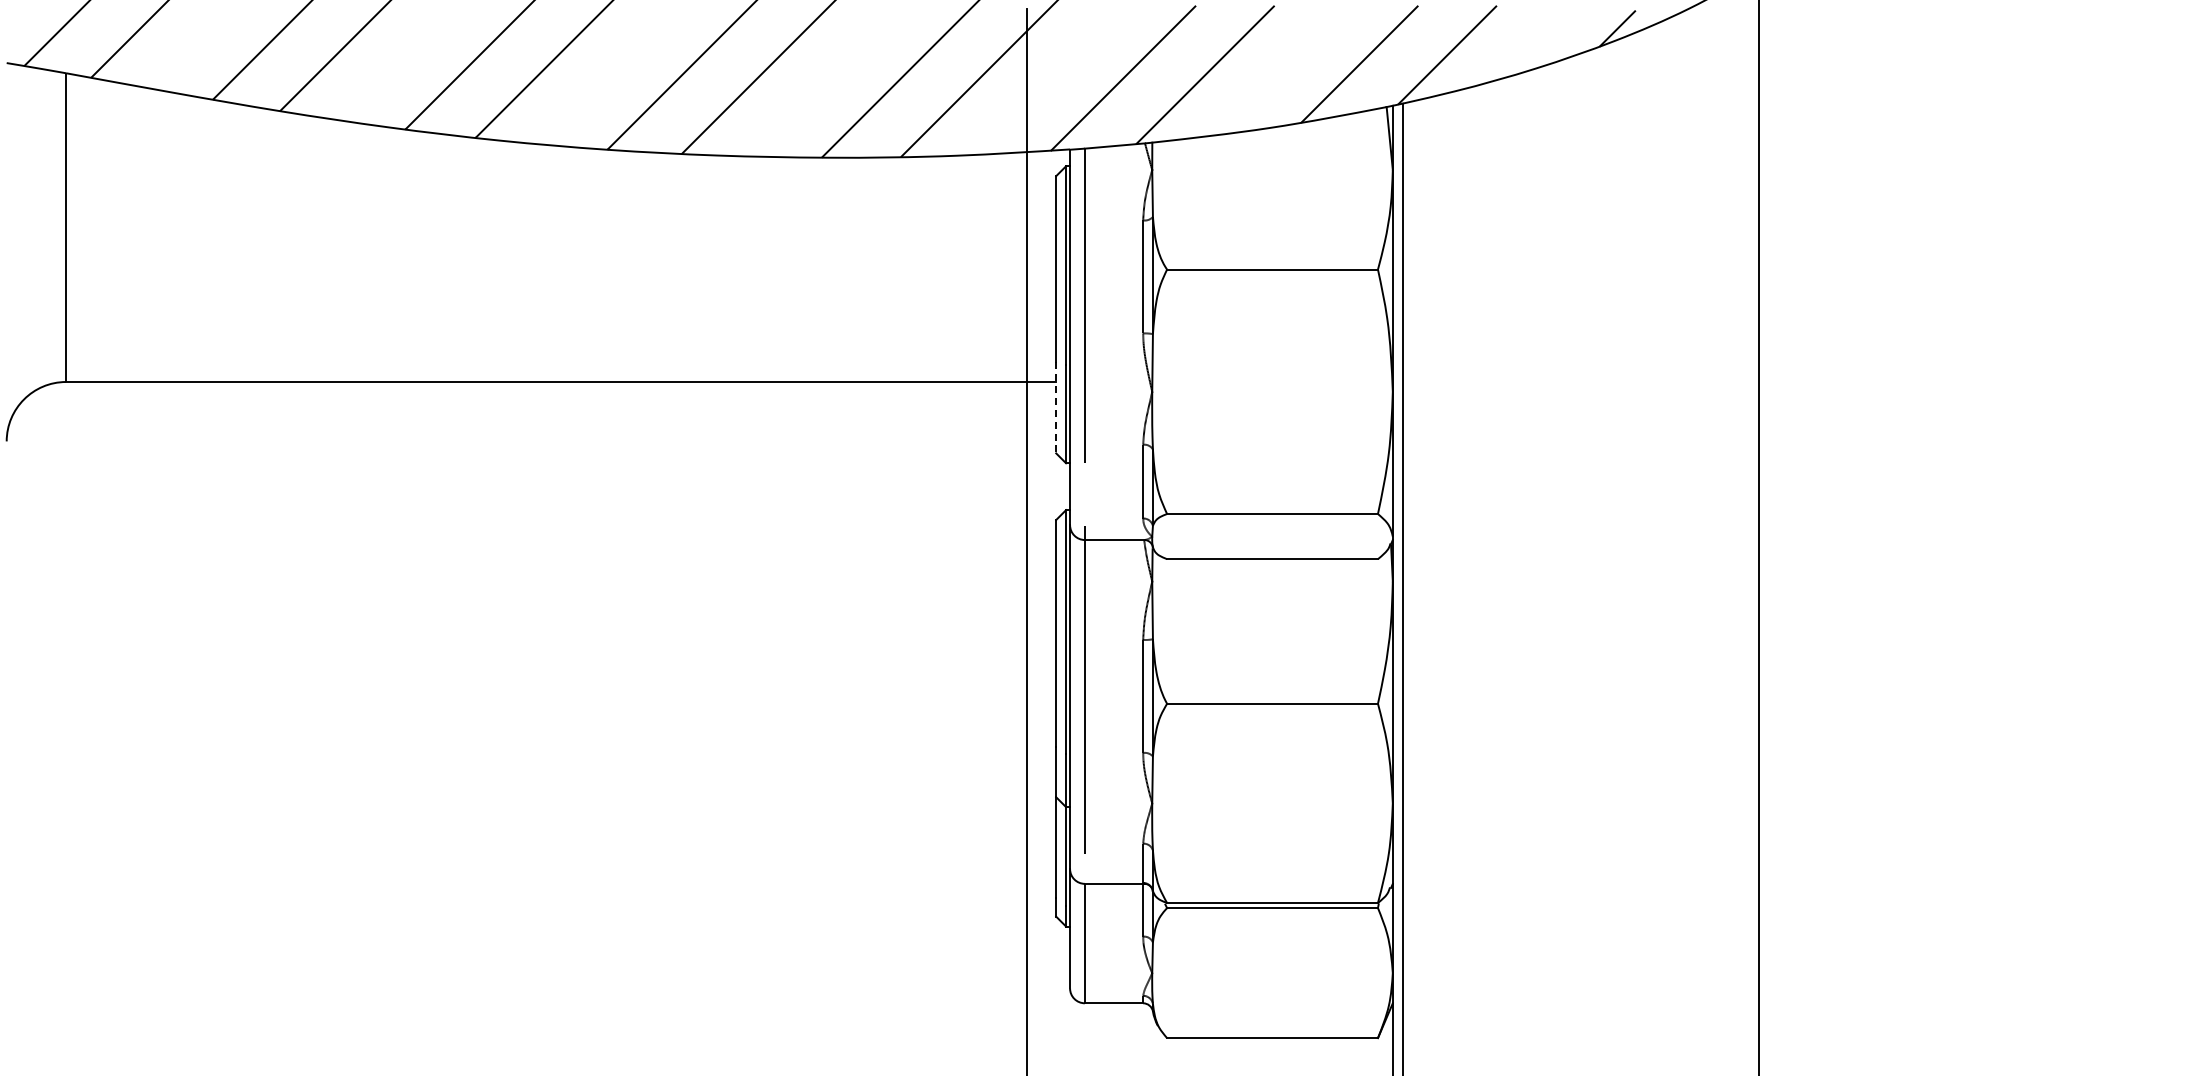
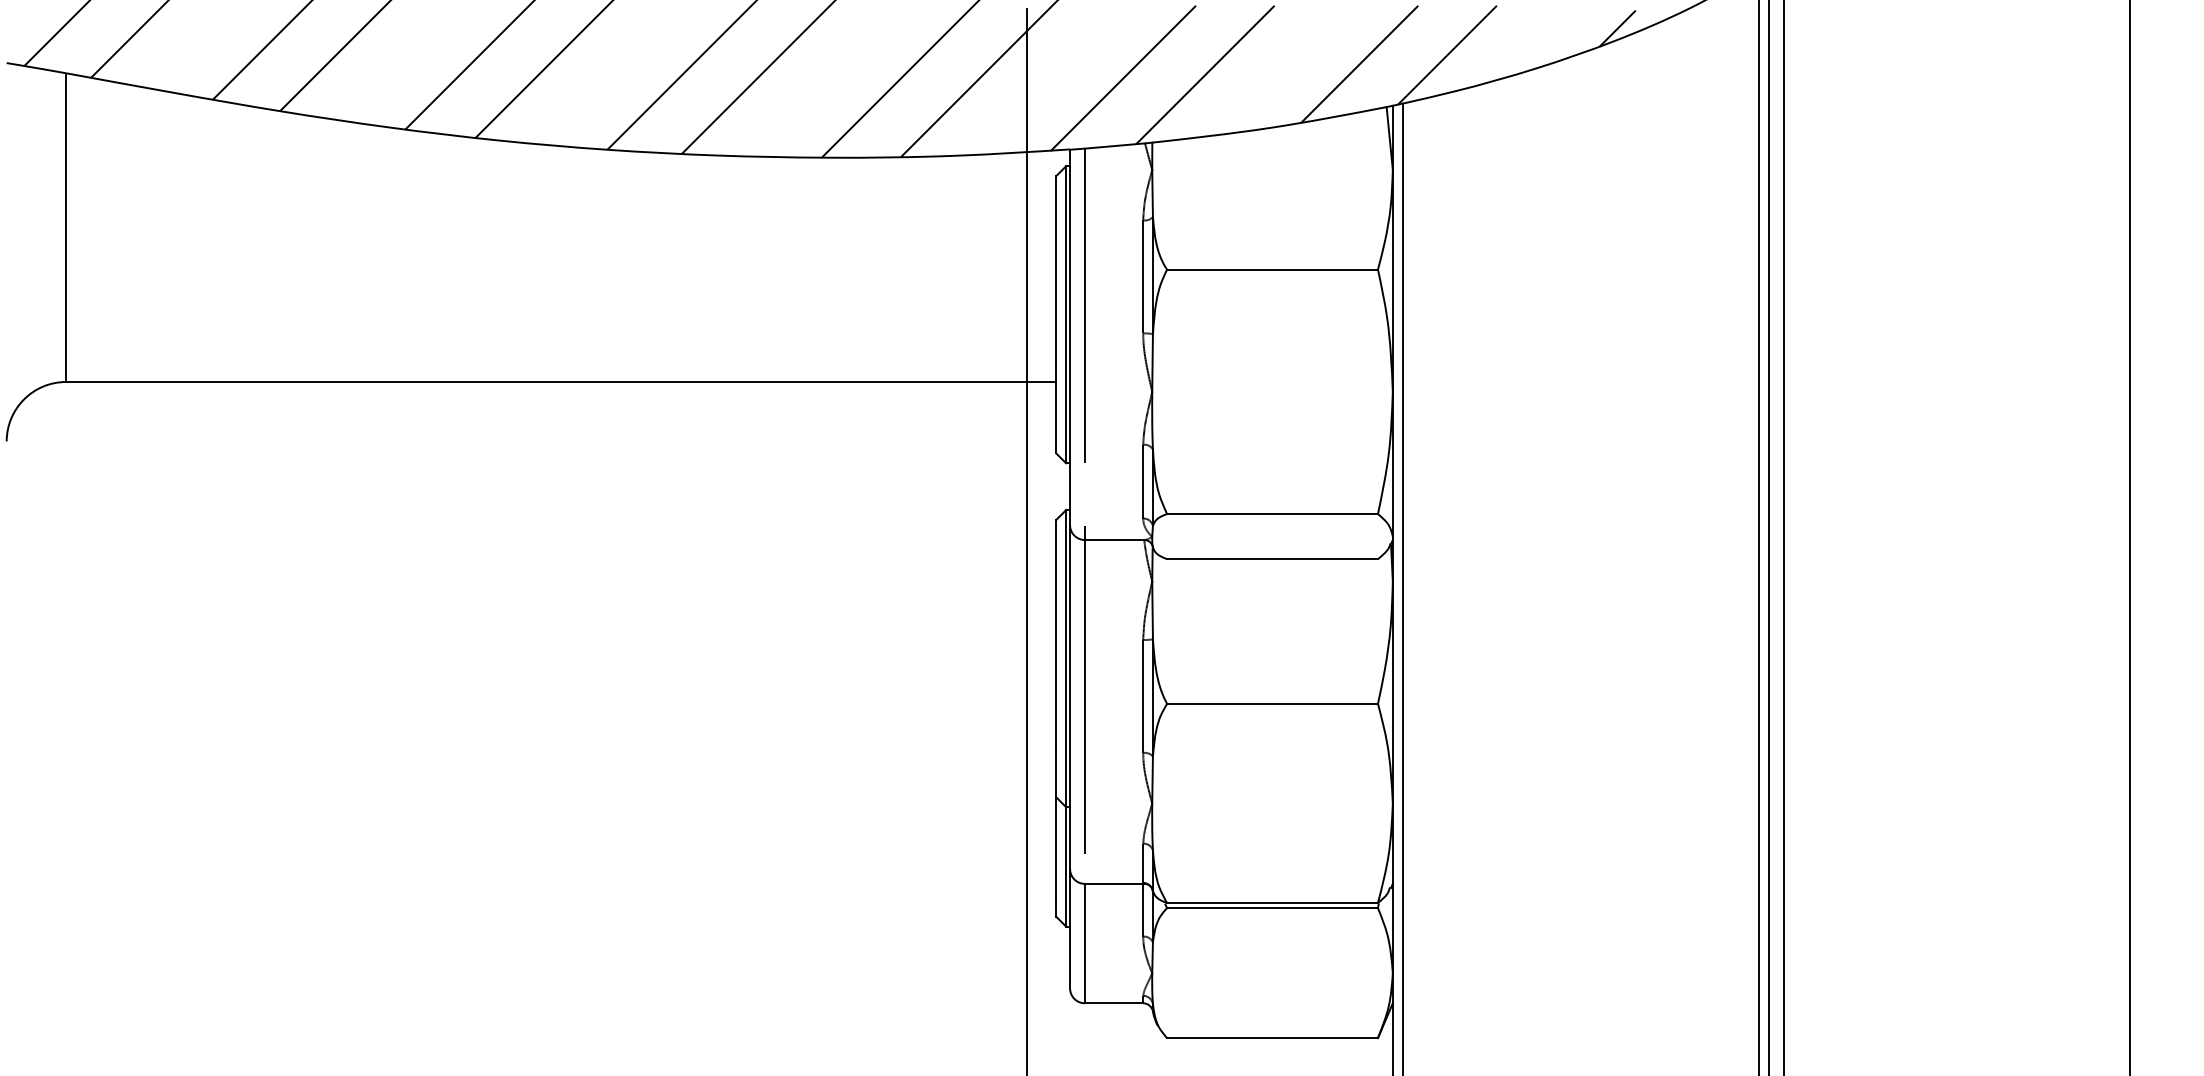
line at (1056, 407): dashed -> solid
line at (1769, 537): none -> present
line at (1783, 537): none -> present
line at (2130, 537): none -> present
